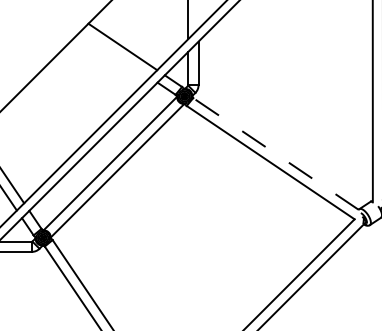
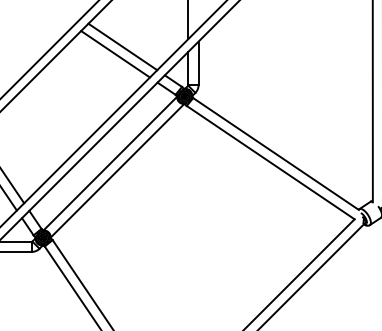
line at (49, 49): none -> present
line at (115, 54): none -> present
line at (276, 154): dashed -> solid
